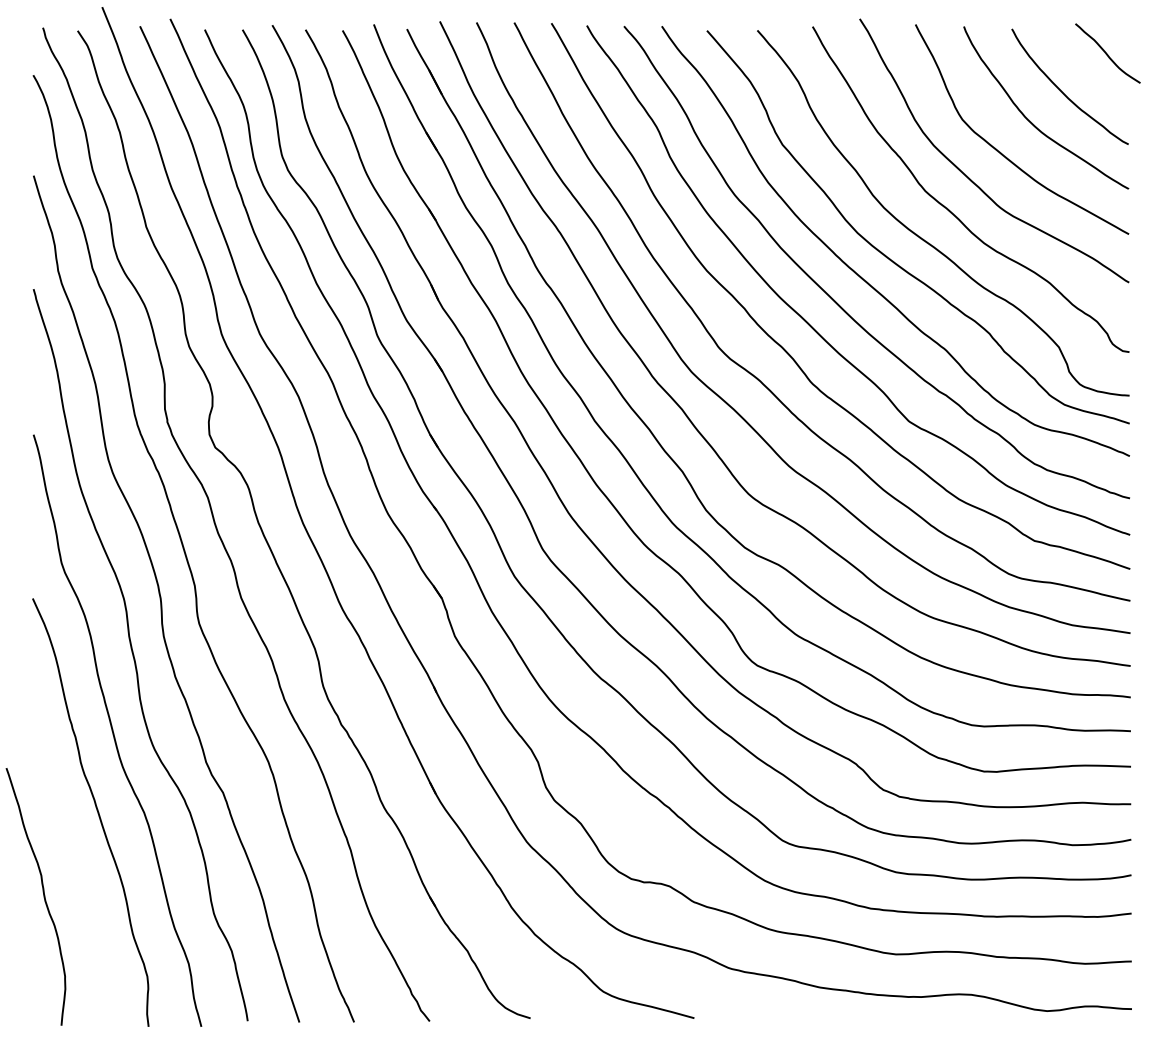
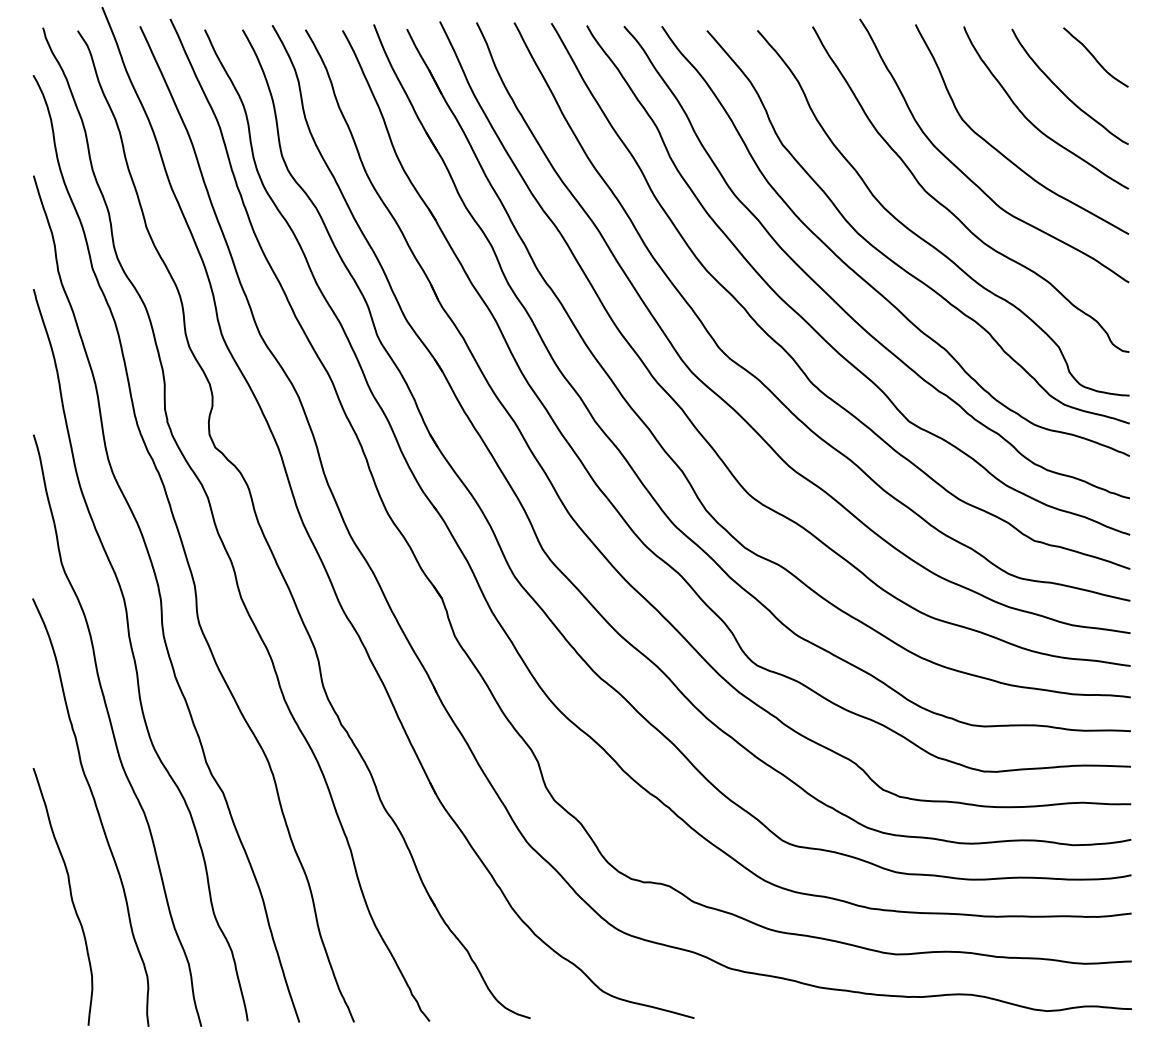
curve at (1107, 53) position: (1107, 53) -> (1095, 57)
curve at (43, 896) position: (43, 896) -> (70, 896)
